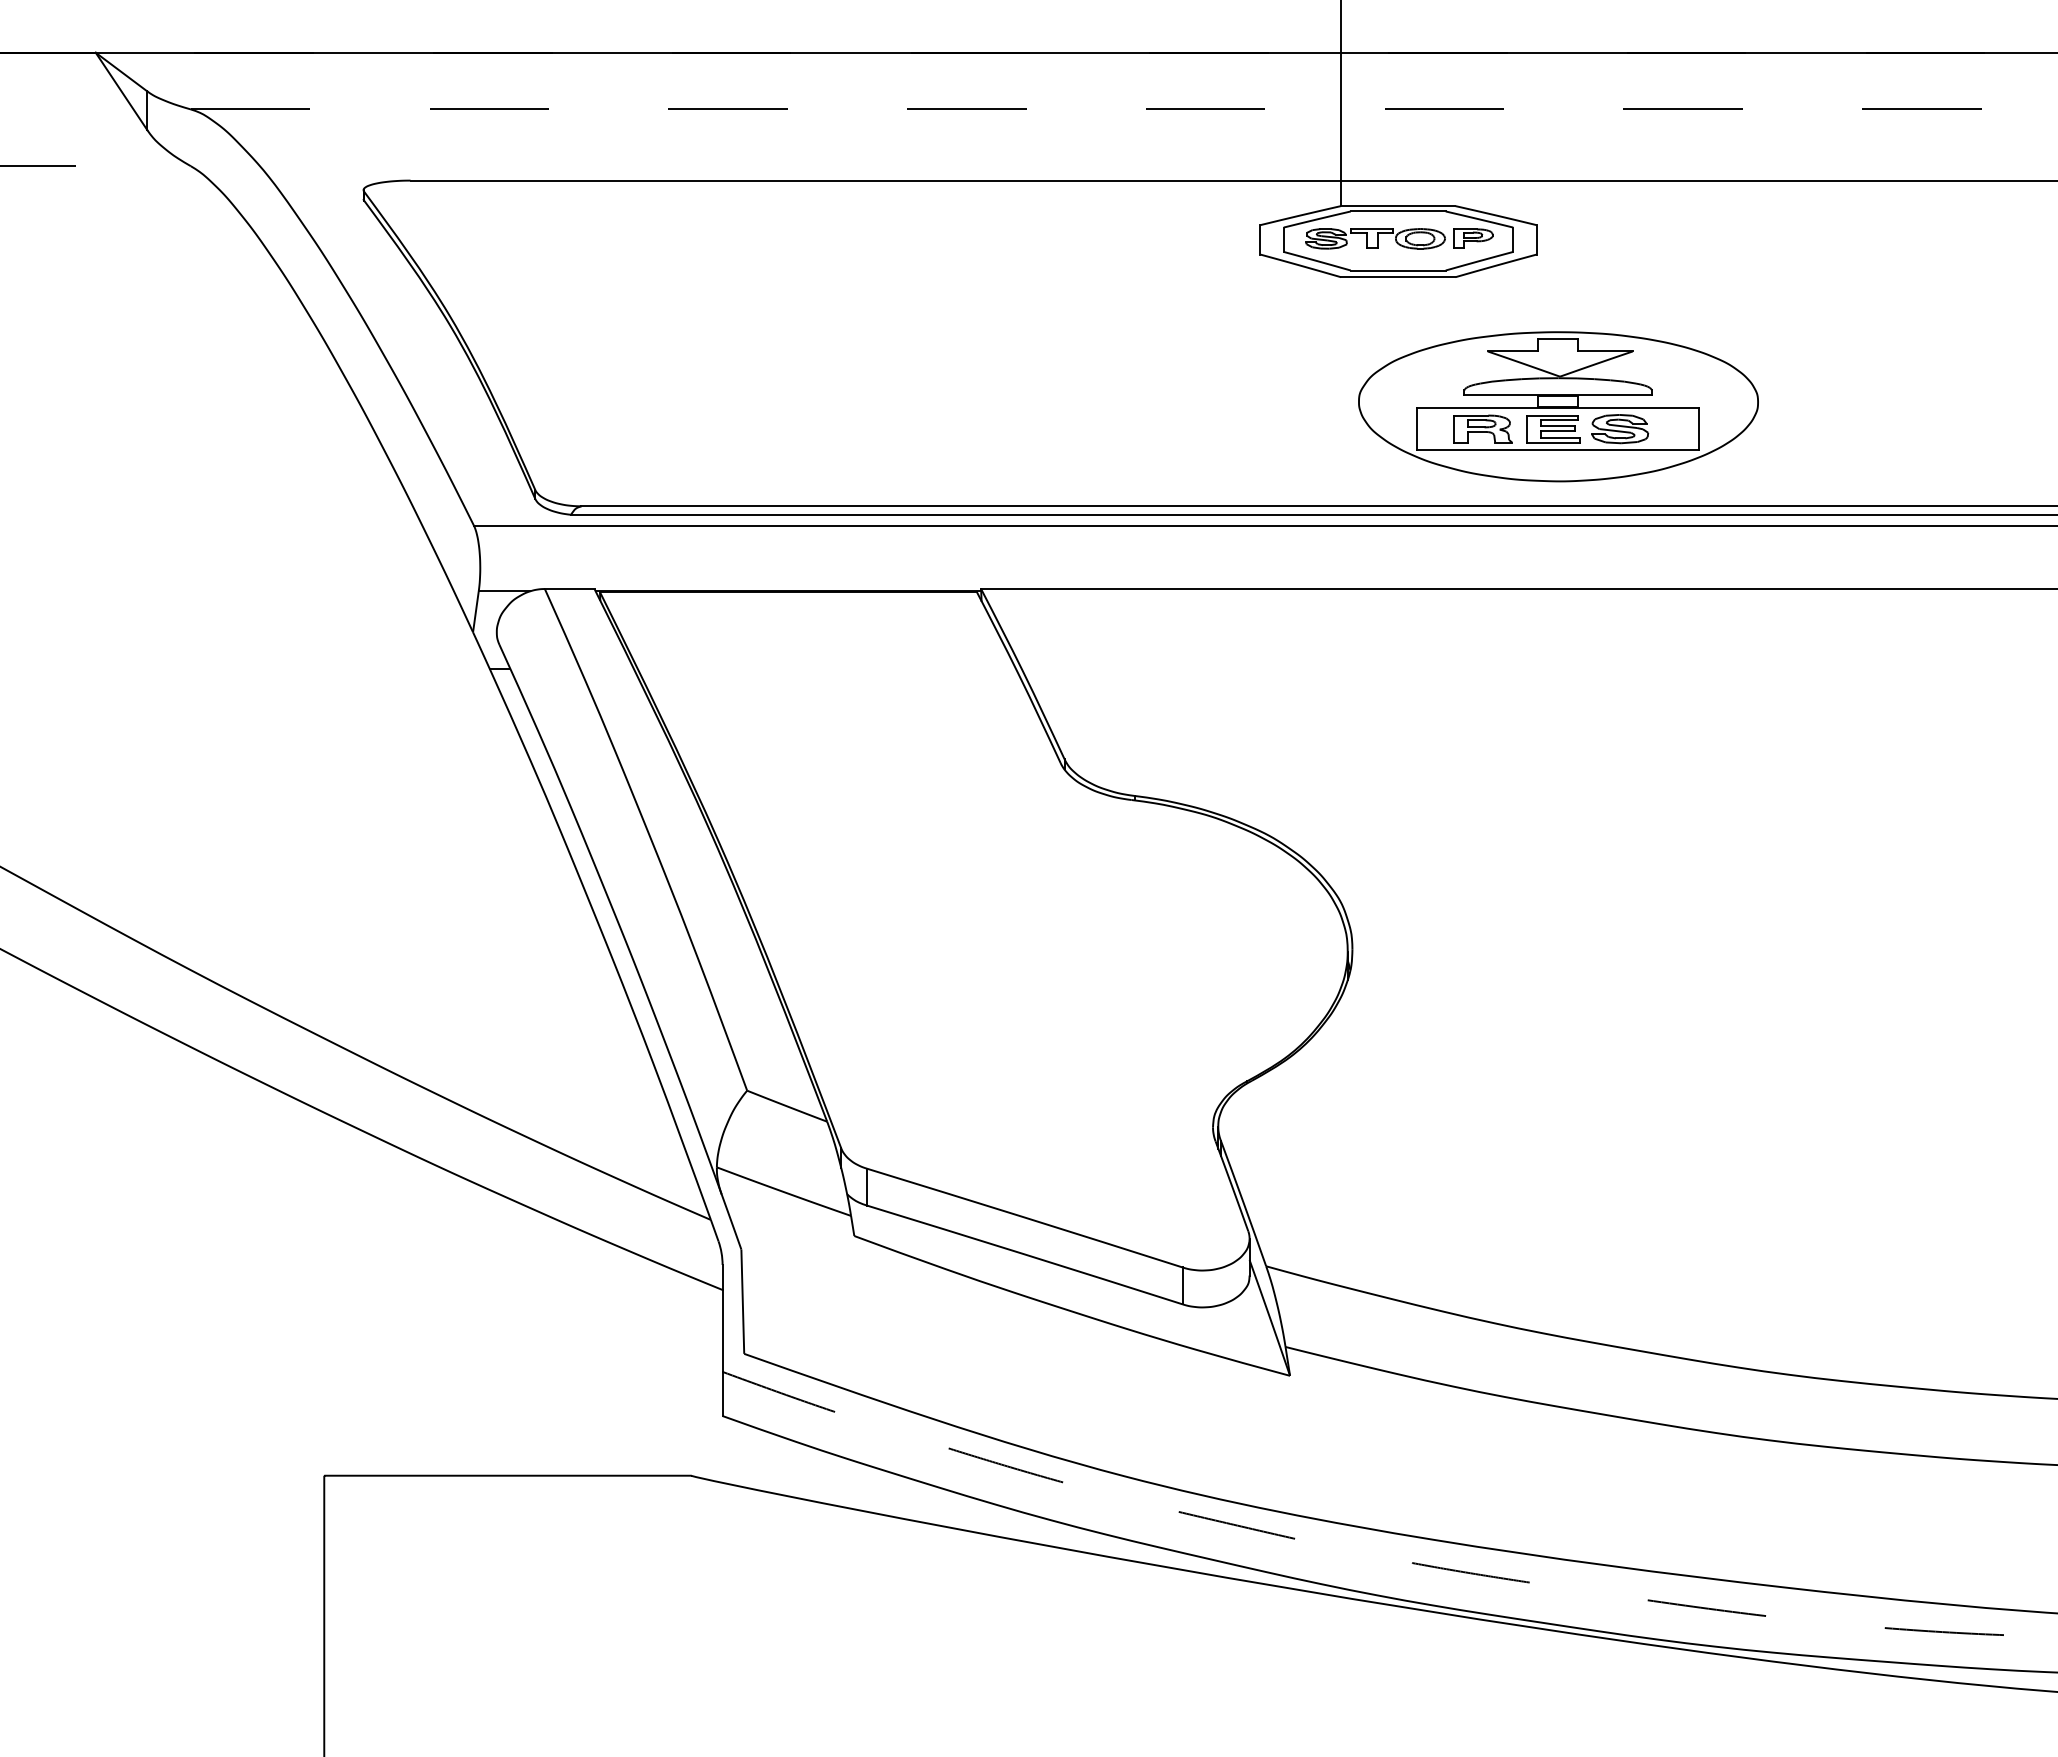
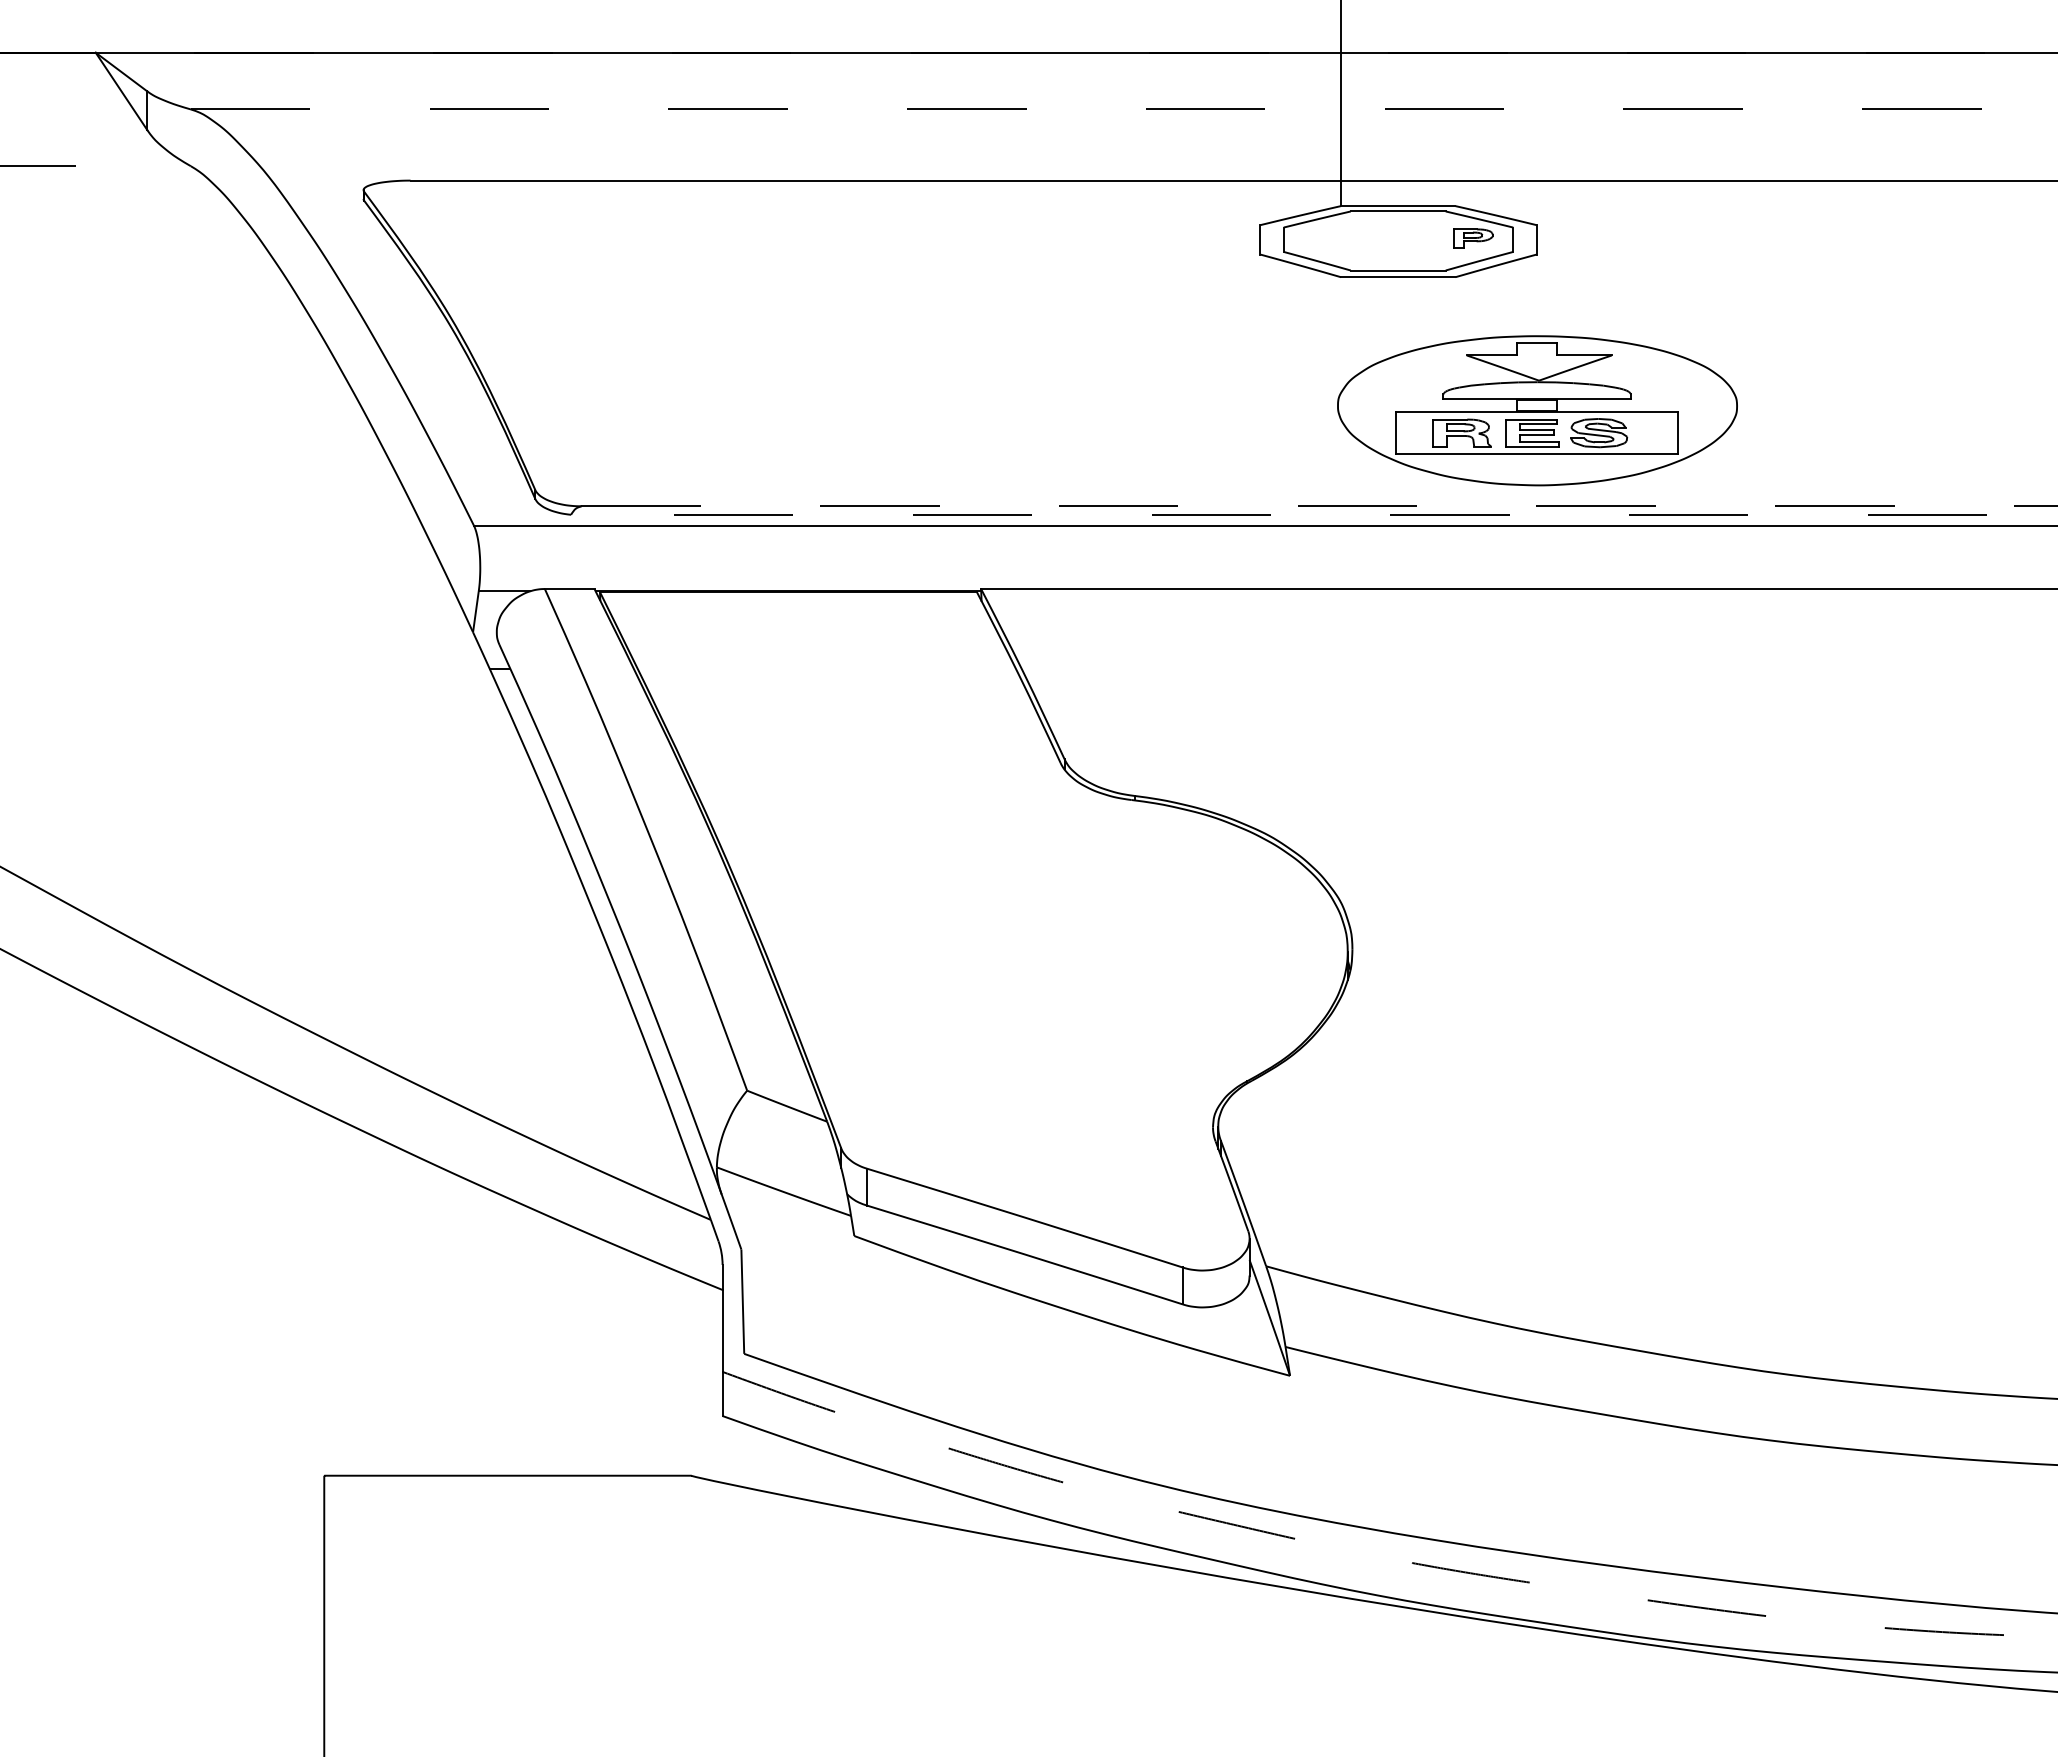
part at (1375, 238): present -> none
part at (1558, 406) position: (1558, 406) -> (1537, 410)
line at (1319, 506): solid -> dashed
line at (1314, 514): solid -> dashed
